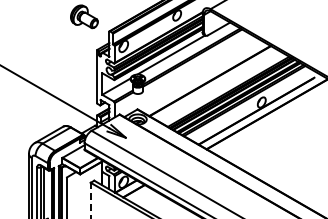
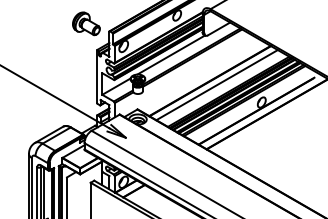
part at (84, 16) position: (84, 16) -> (86, 23)
line at (216, 85): none -> present
line at (90, 200): dashed -> solid
